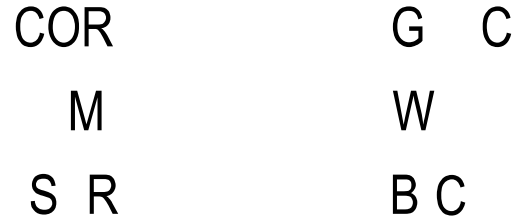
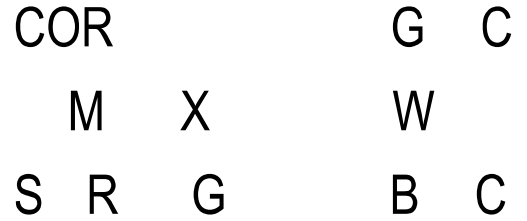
fill at (194, 110): none -> present
fill at (208, 193): none -> present
part at (43, 194) position: (43, 194) -> (28, 194)
part at (441, 195) position: (441, 195) -> (481, 194)
